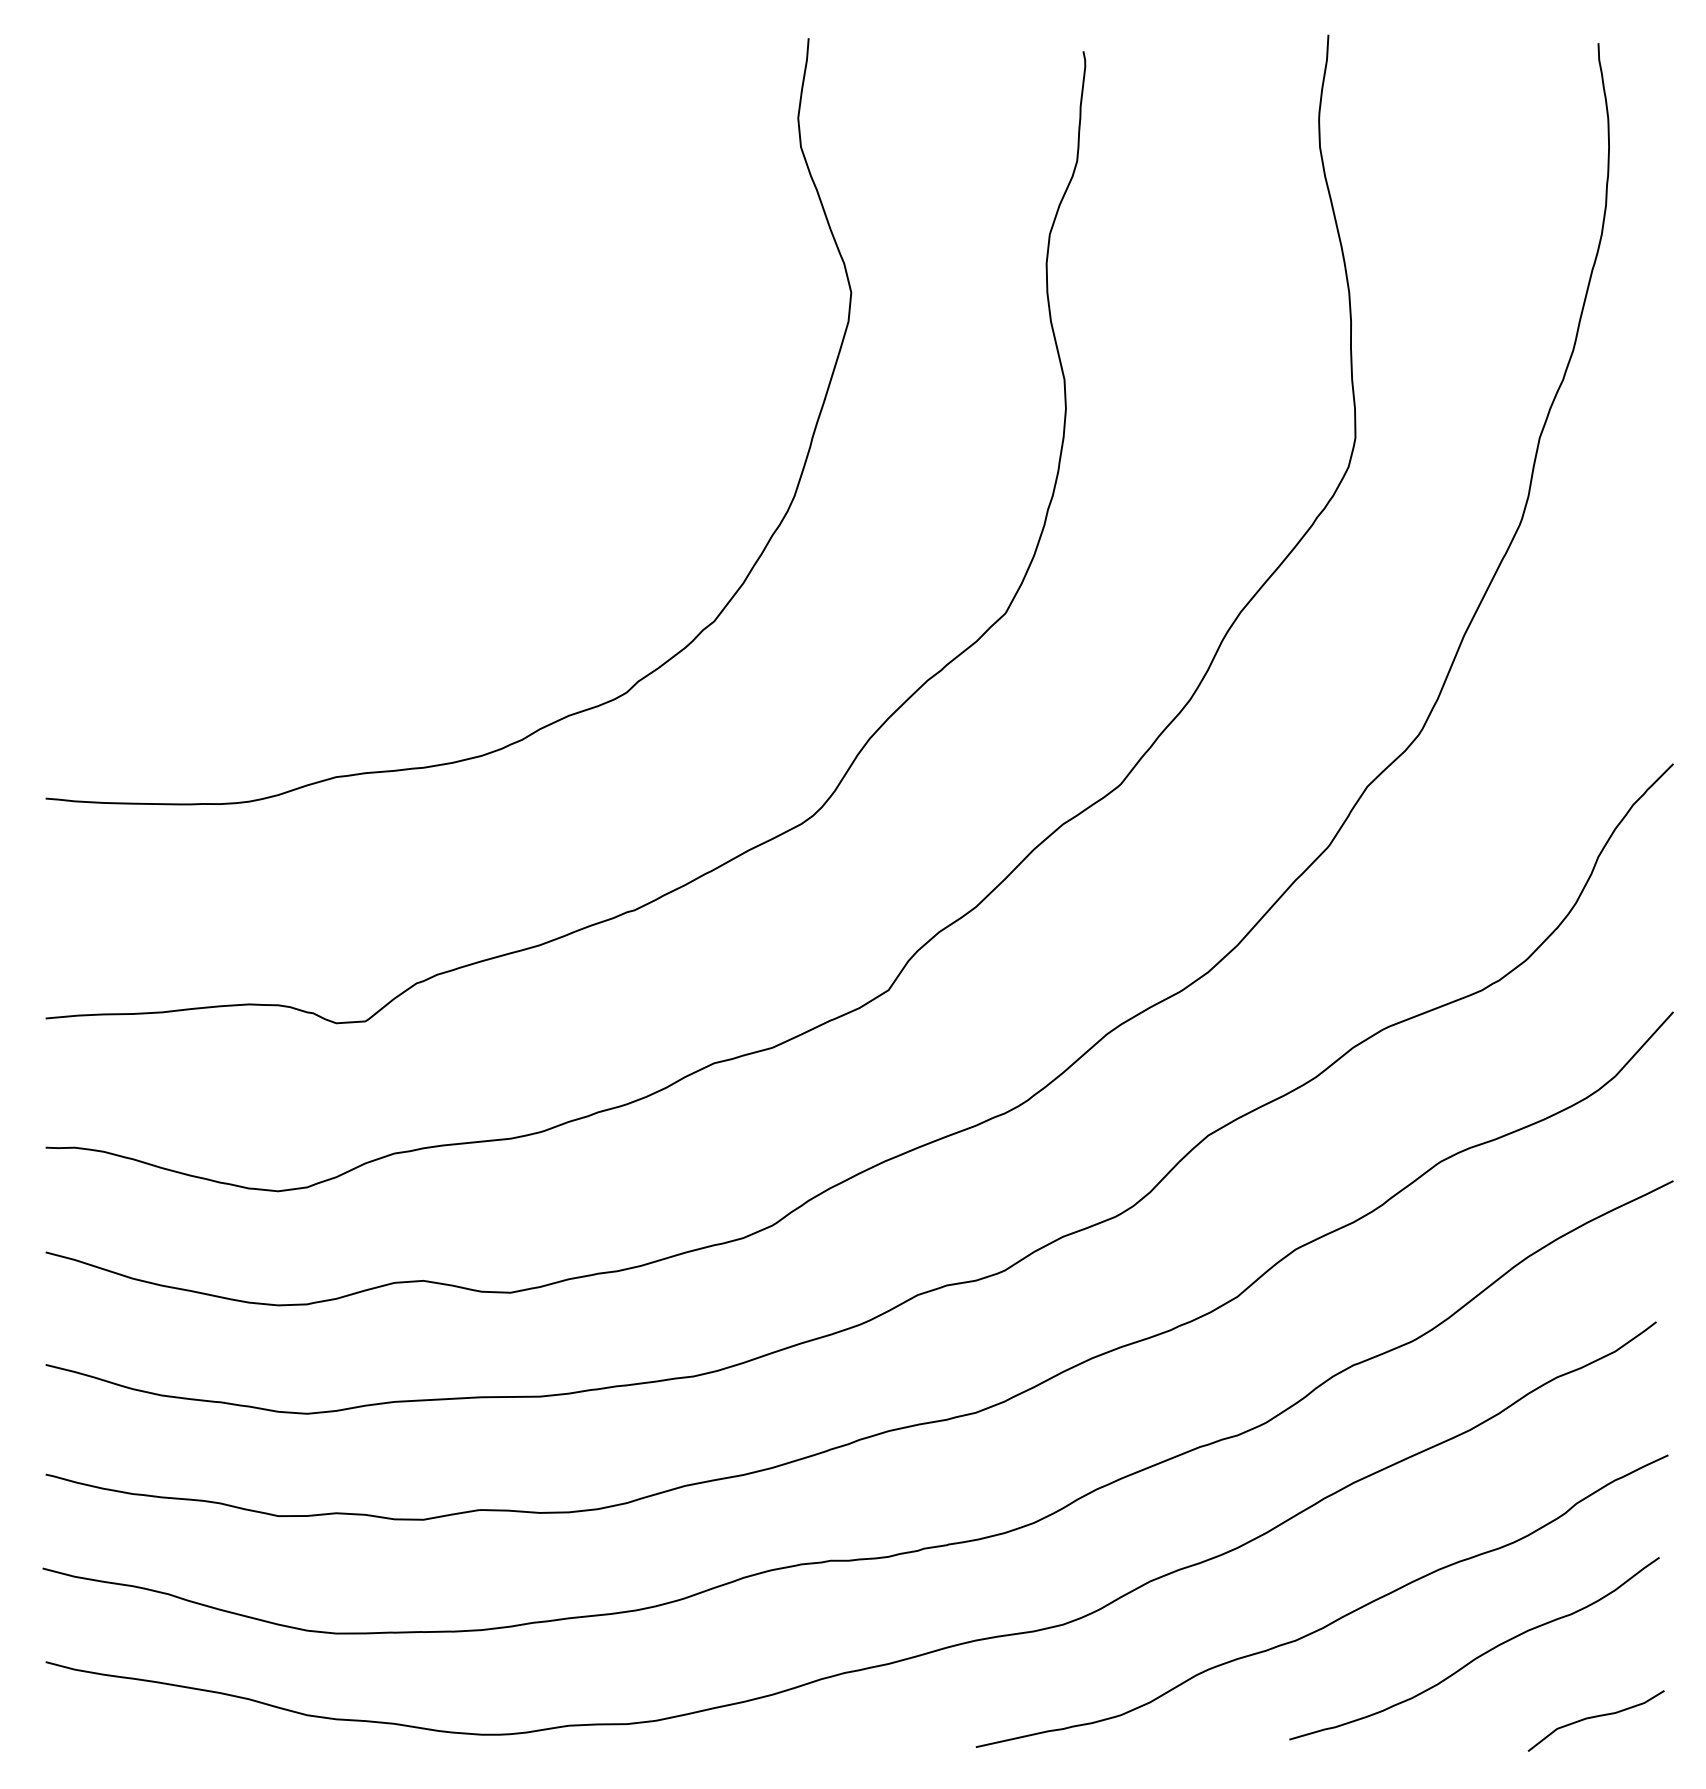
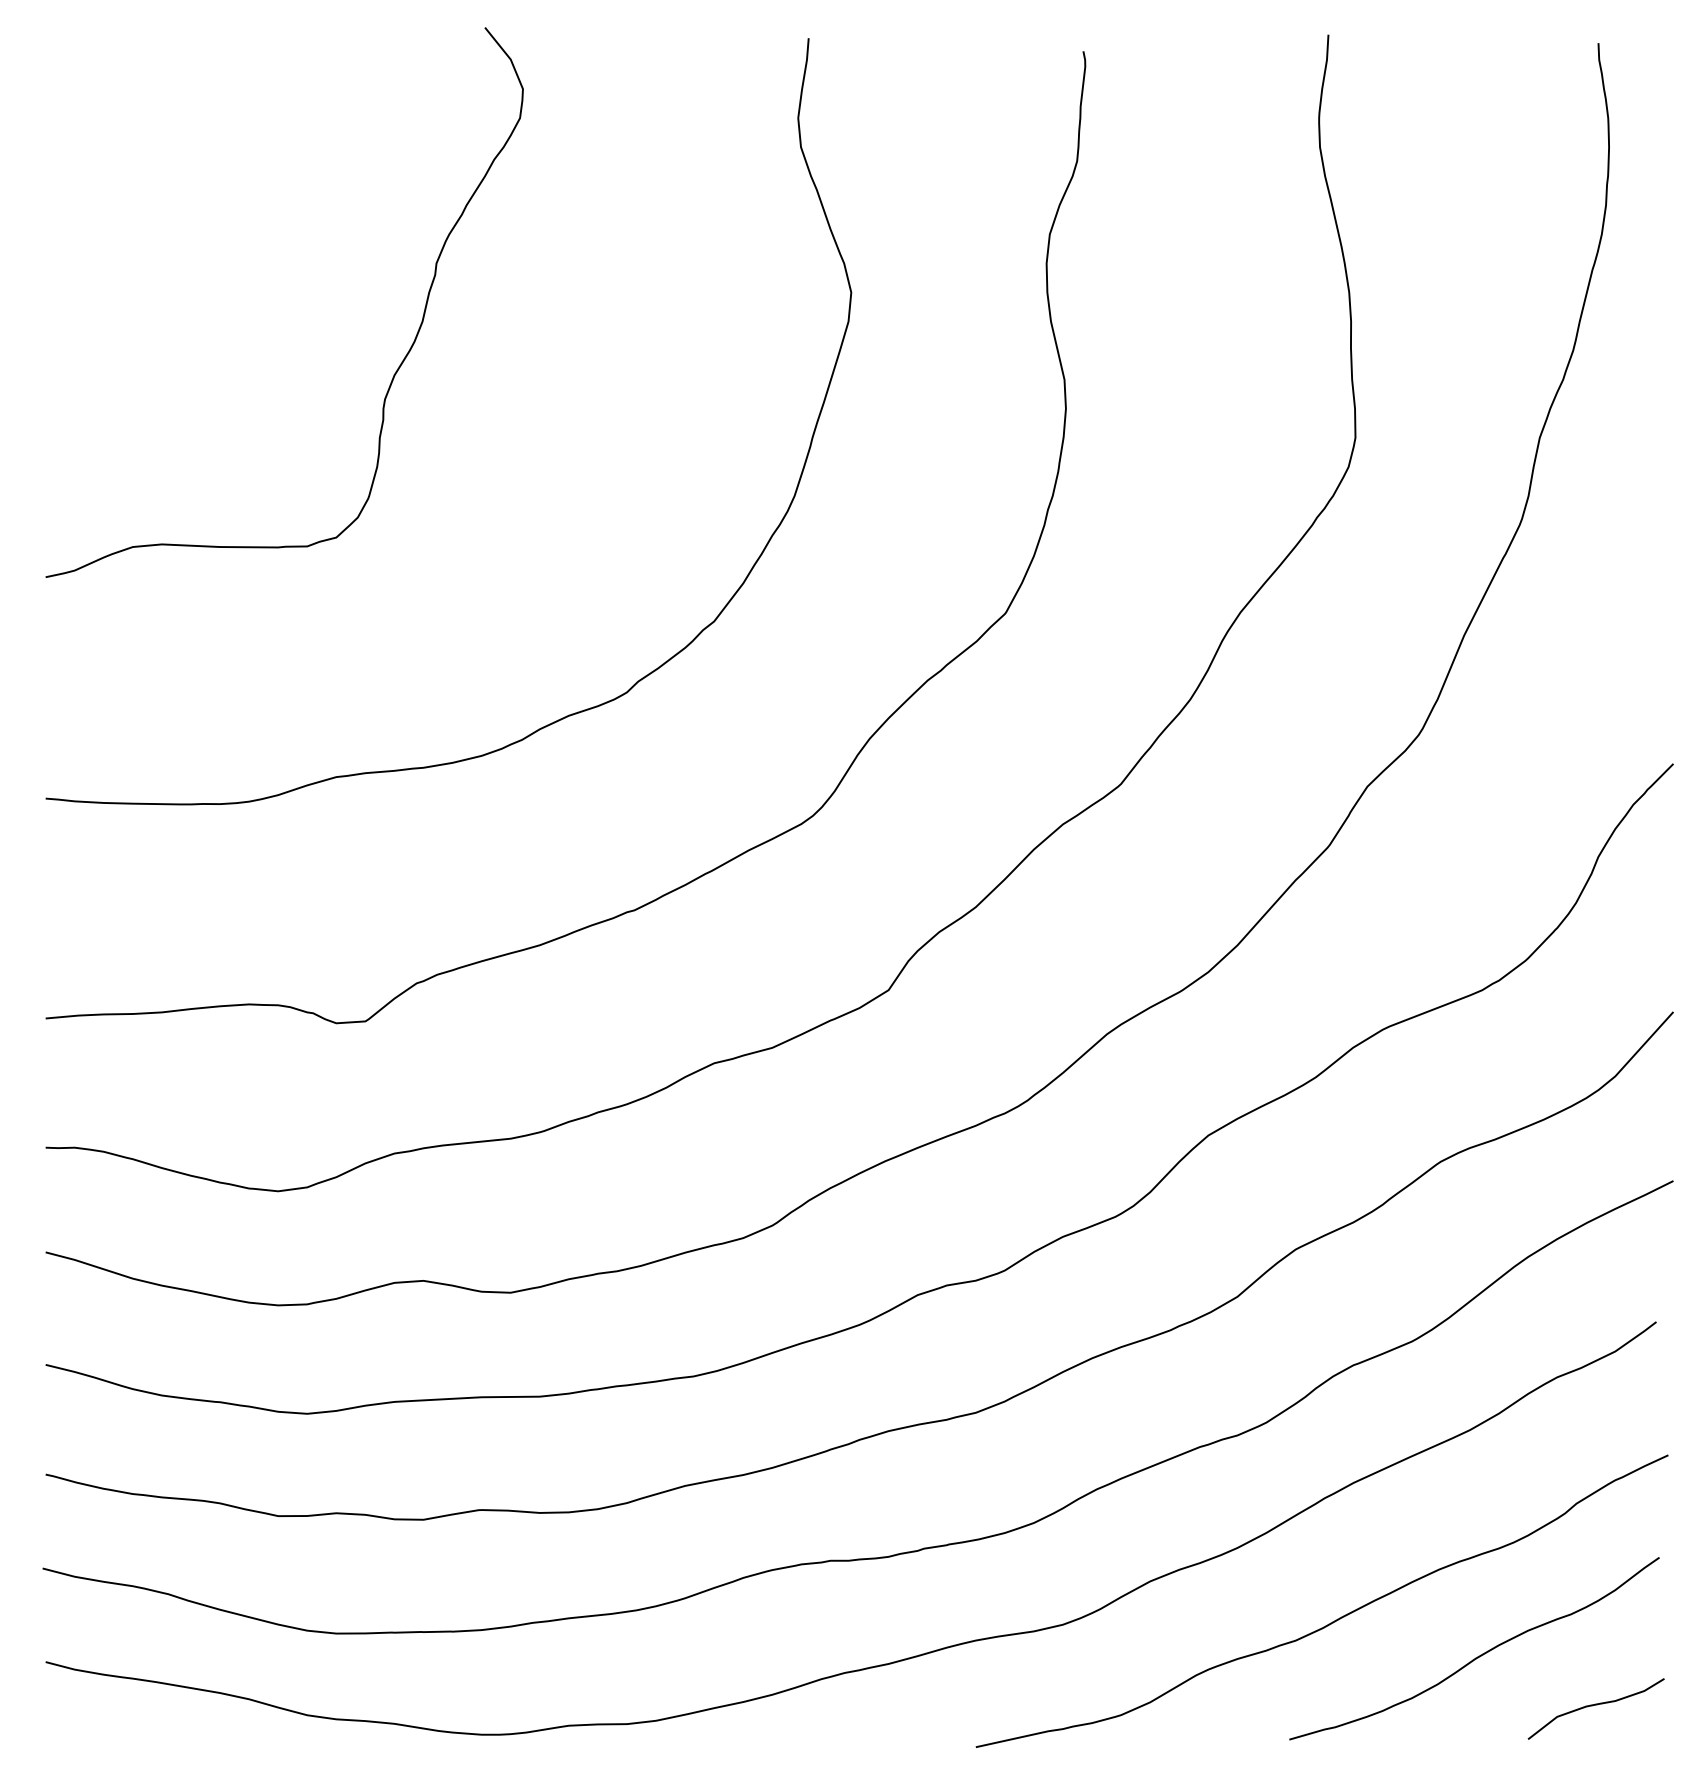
curve at (393, 374): none -> present
curve at (1595, 1717) position: (1595, 1717) -> (1595, 1705)
